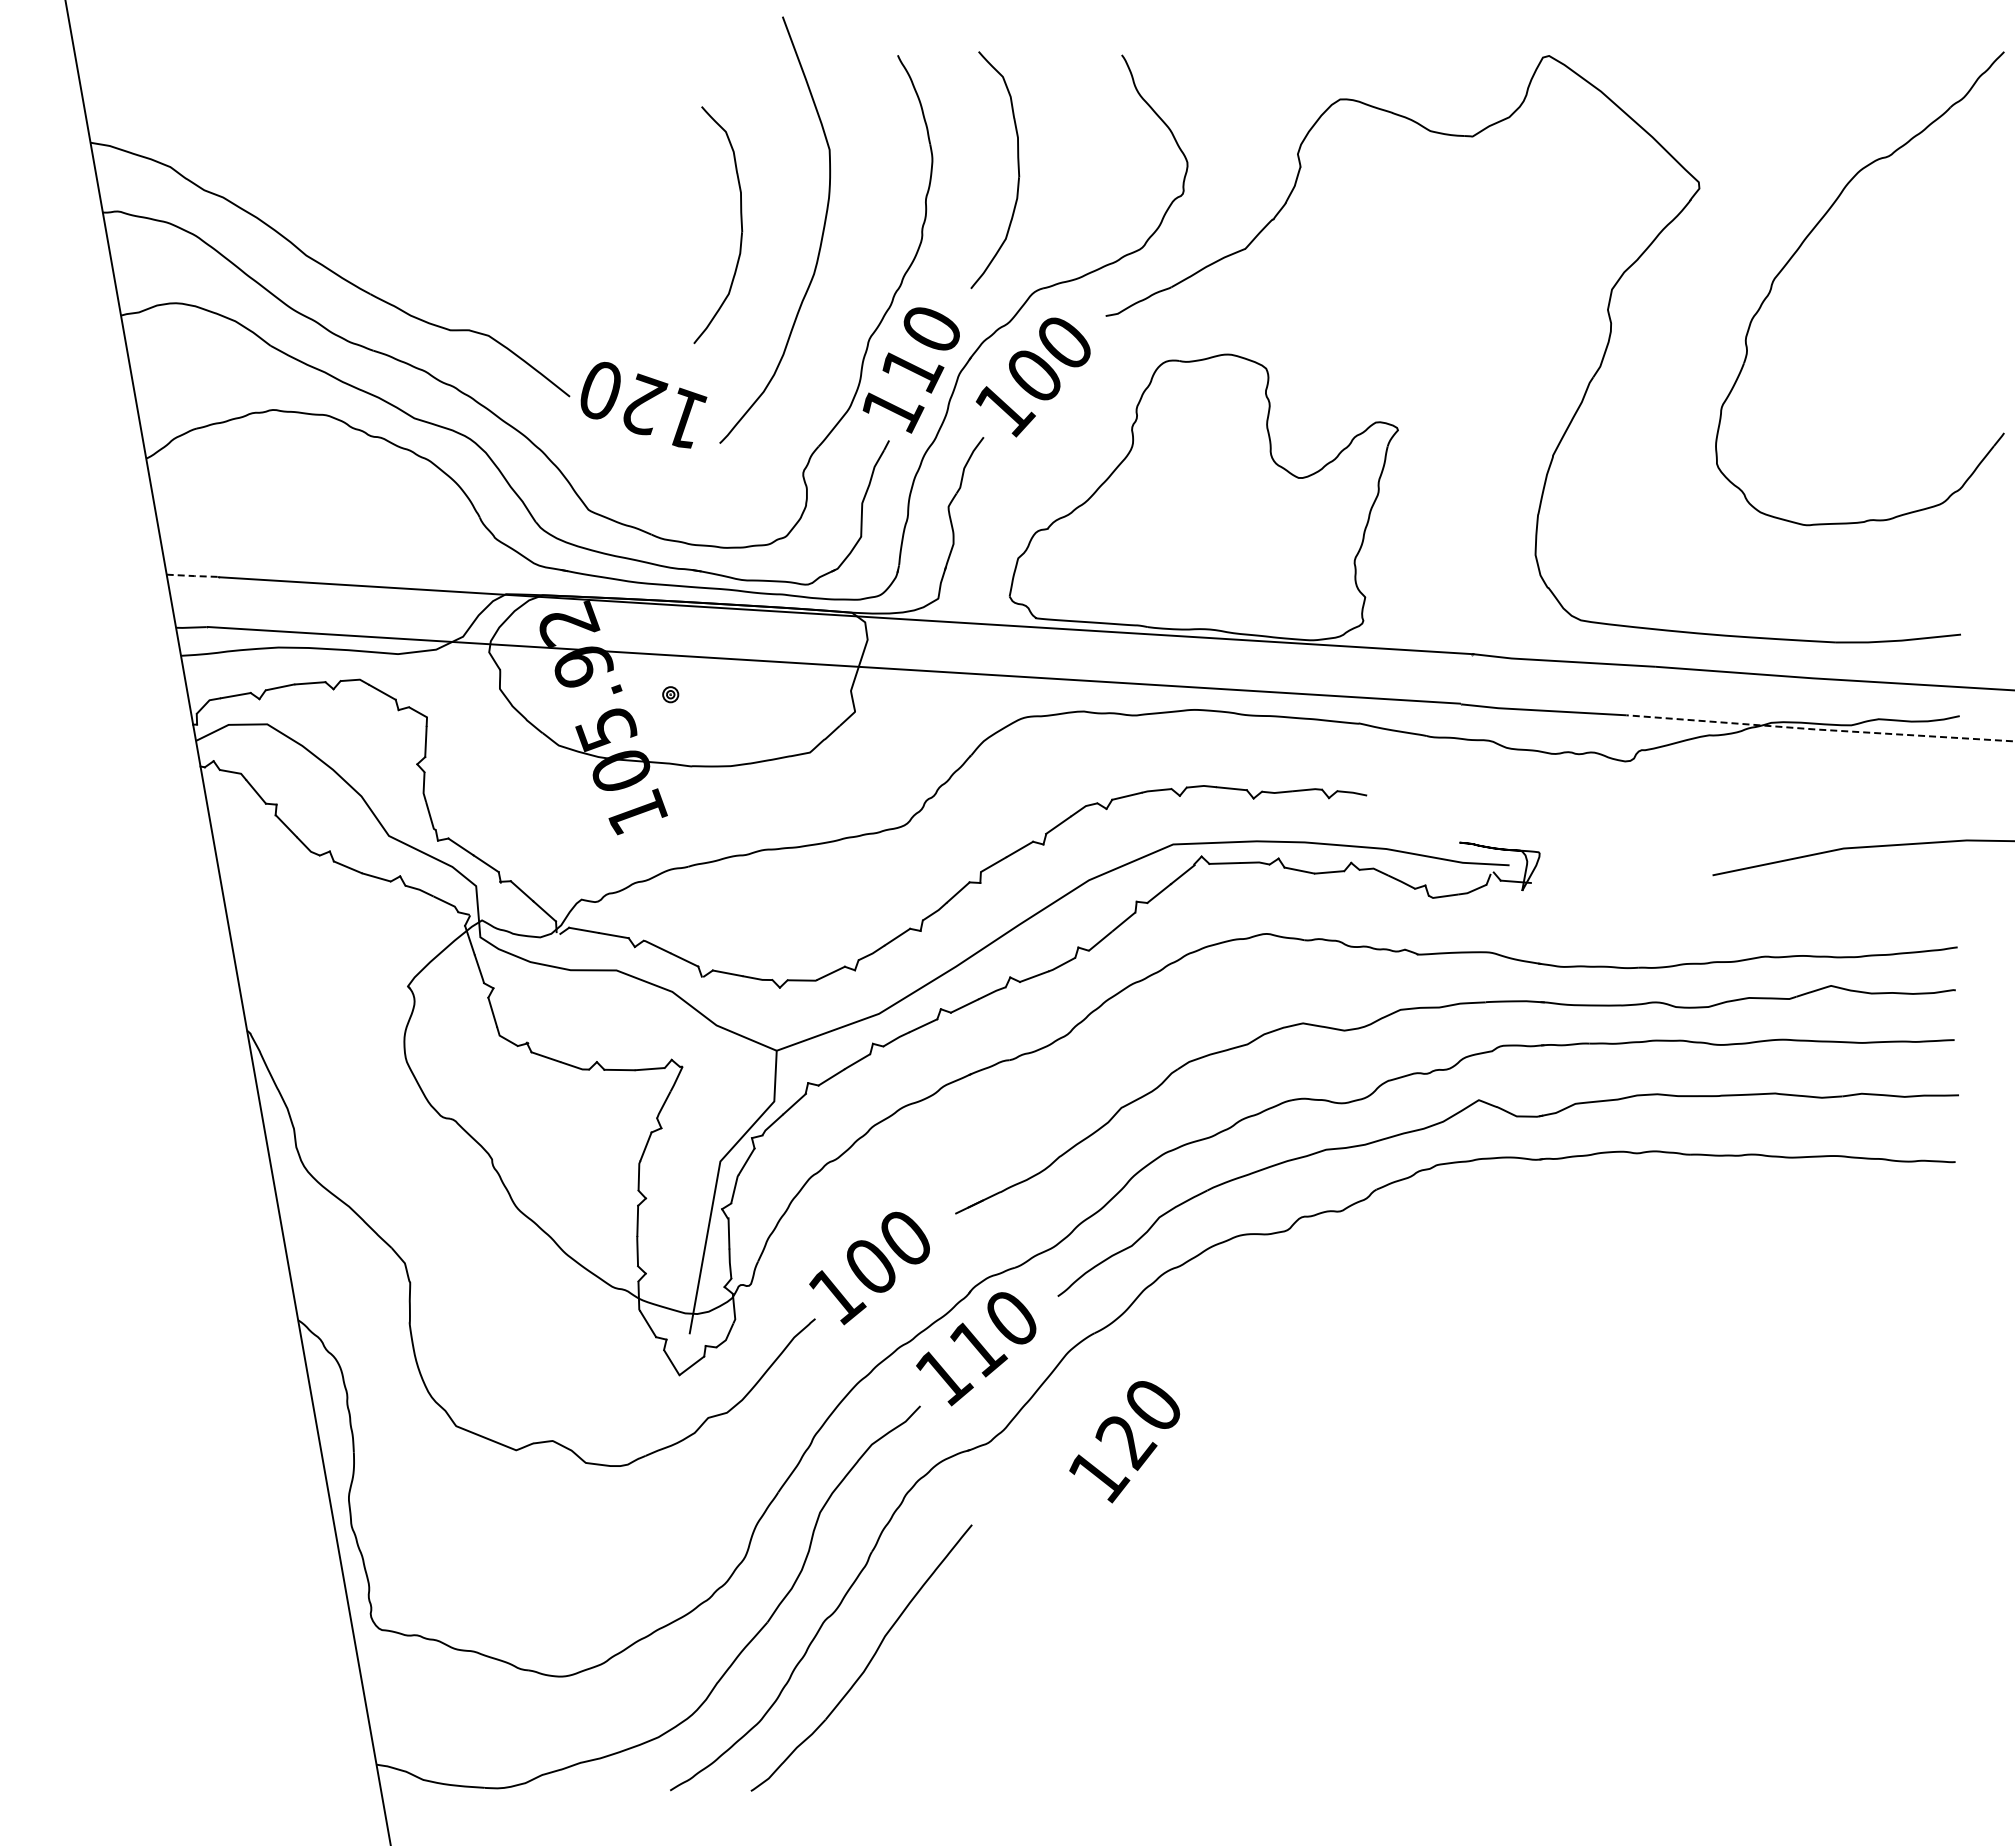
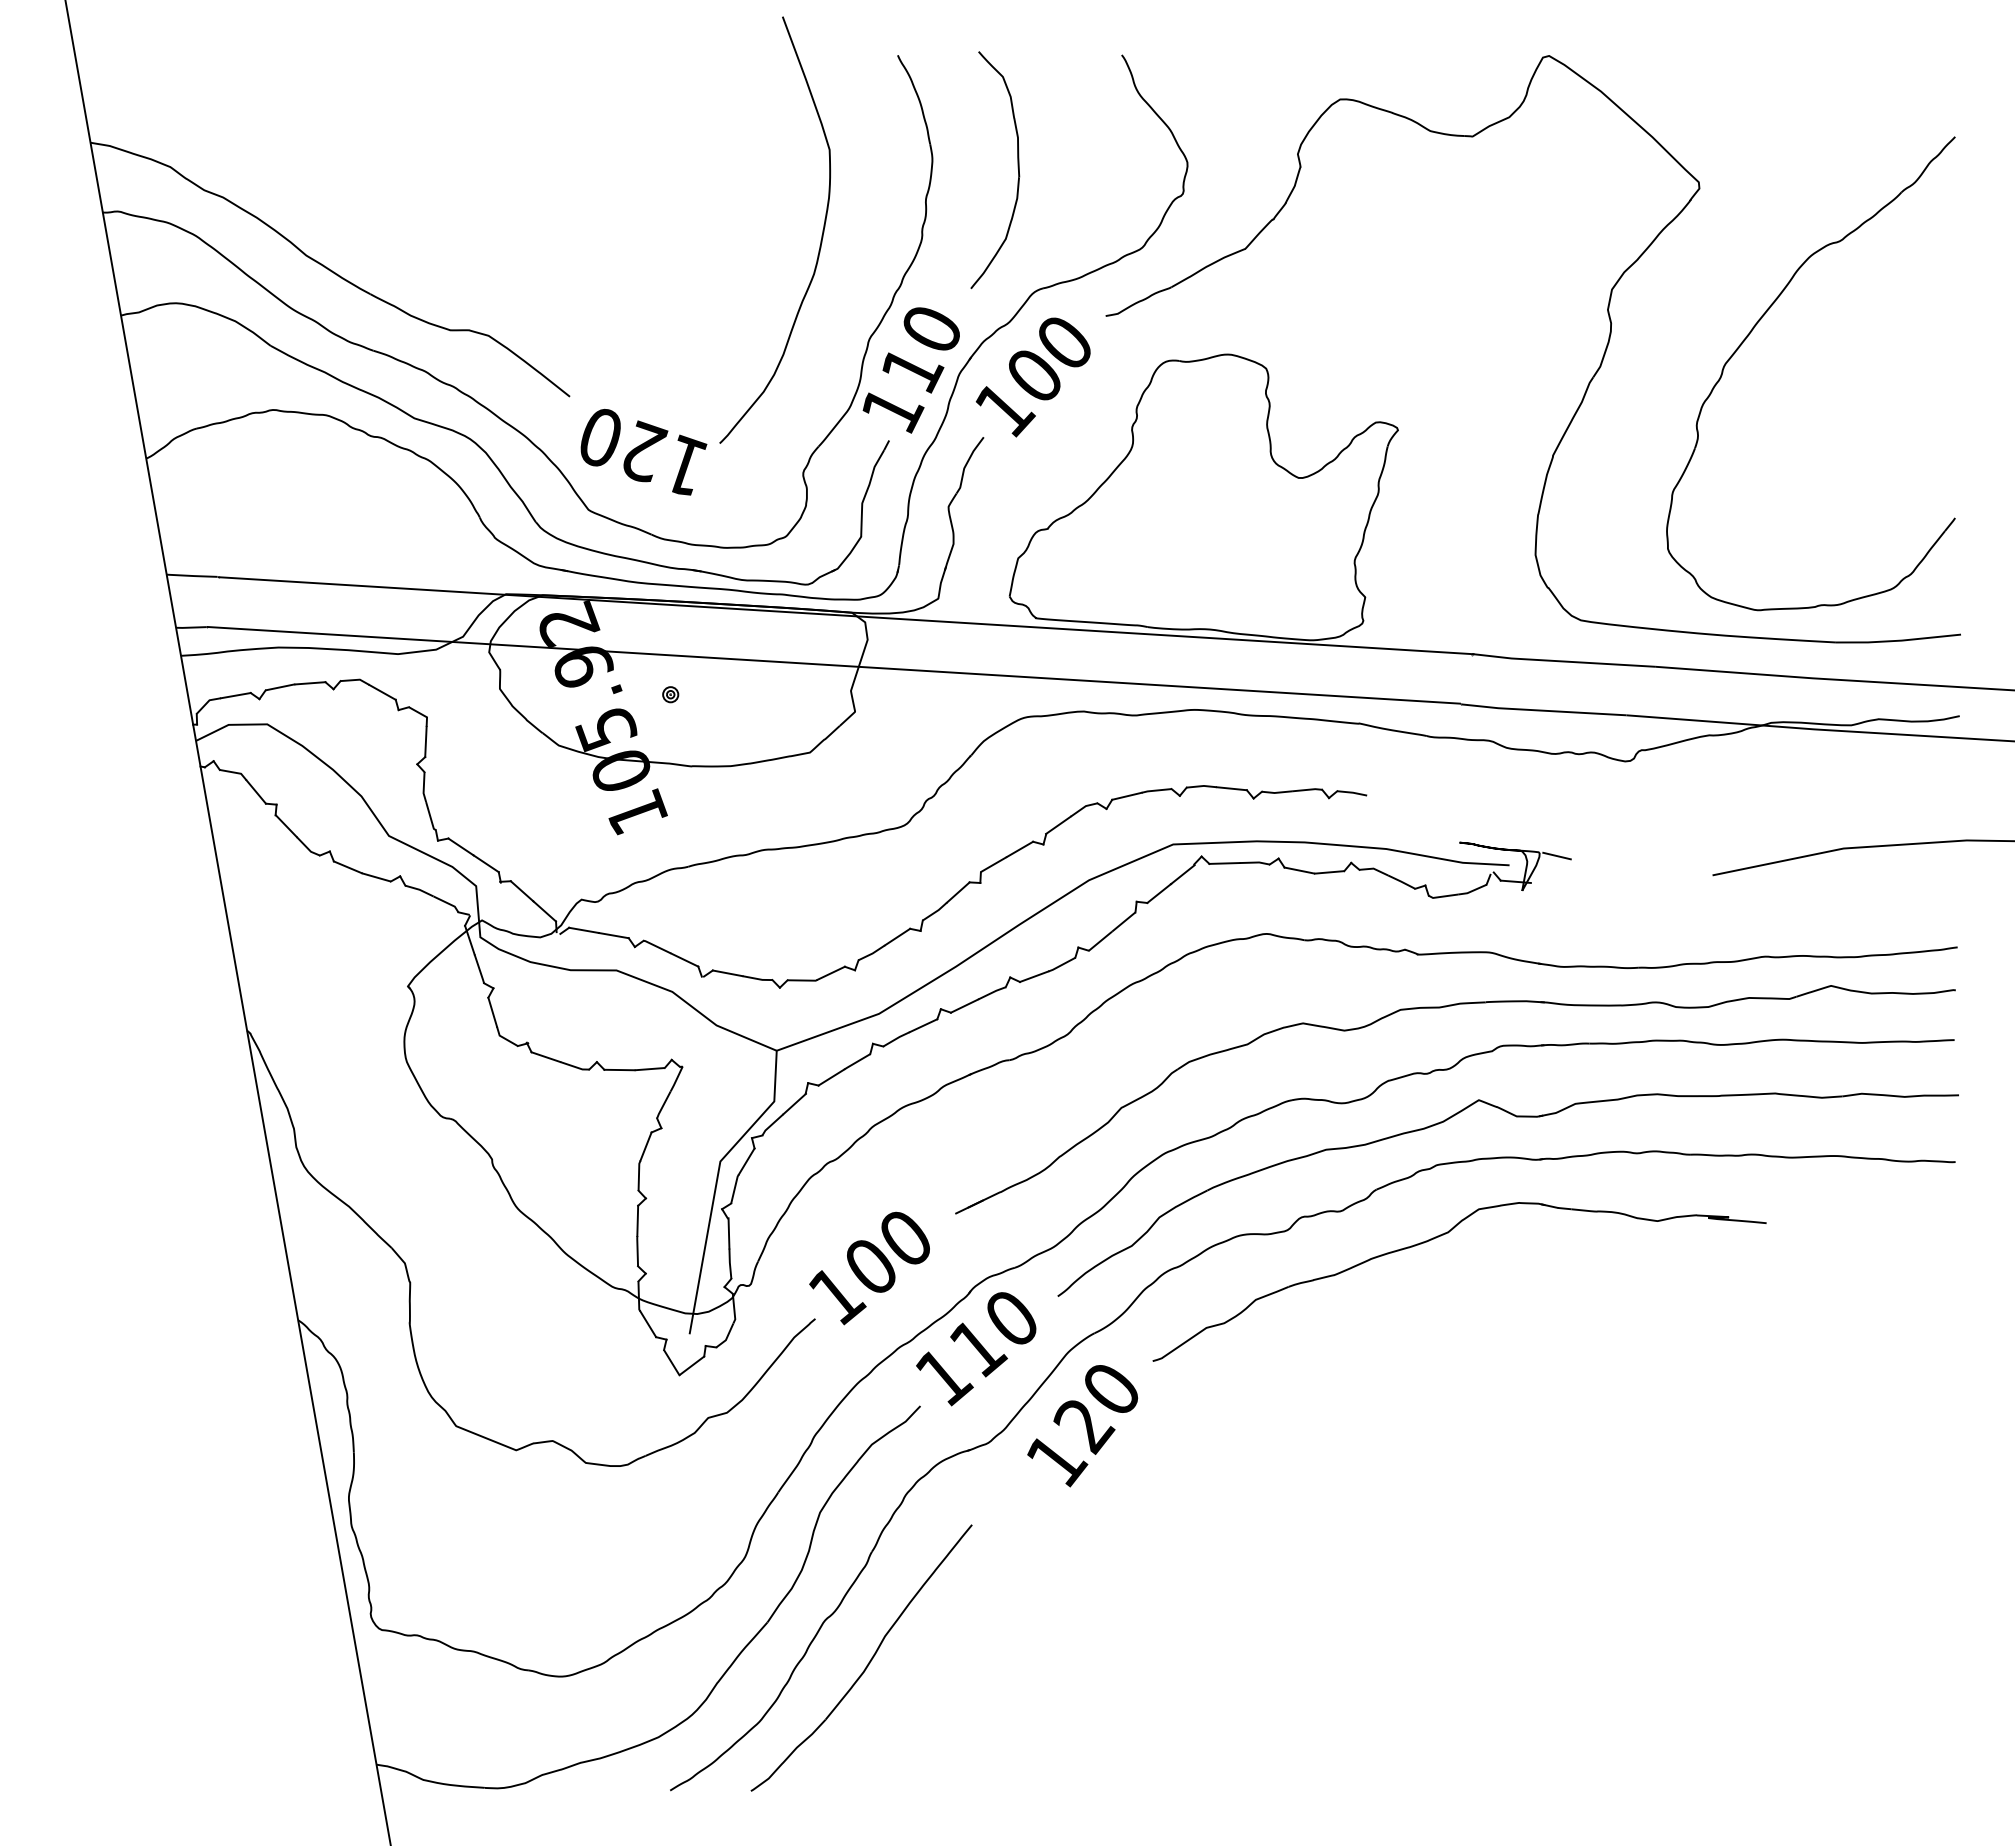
part at (740, 223): present -> none
part at (1801, 246) position: (1801, 246) -> (1752, 331)
text at (643, 404) position: (643, 404) -> (643, 451)
line at (193, 576): dashed -> solid
line at (1819, 729): dashed -> solid
line at (1556, 855): none -> present
part at (1441, 1236): none -> present
text at (1124, 1442) position: (1124, 1442) -> (1082, 1426)
